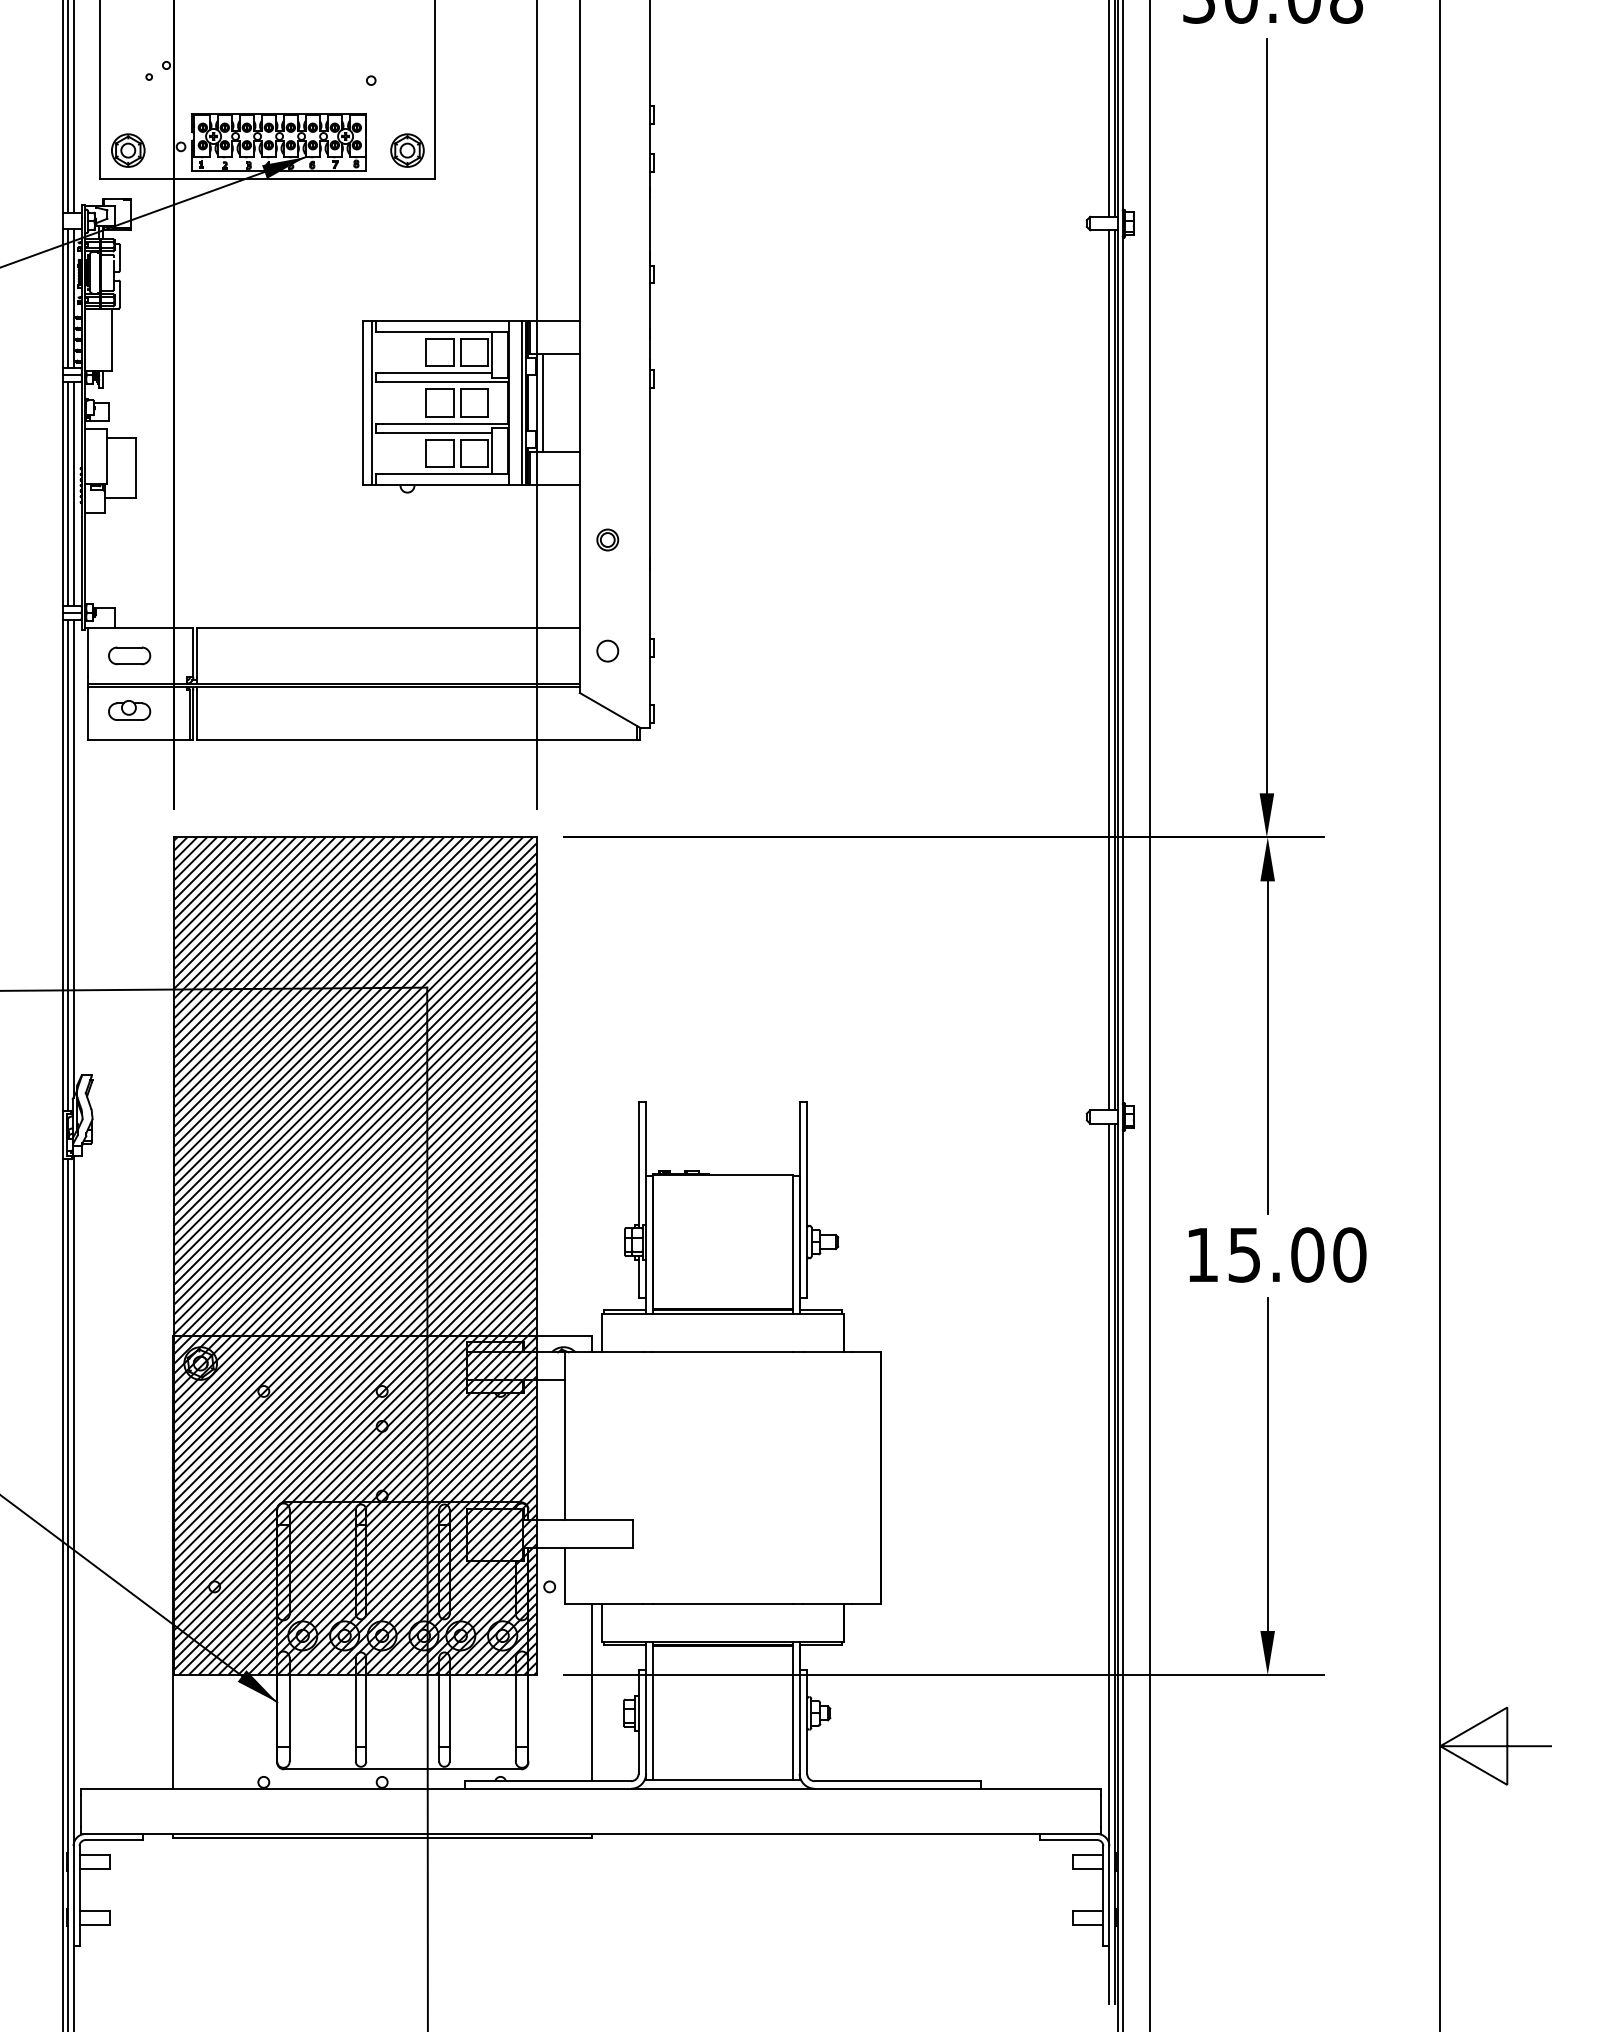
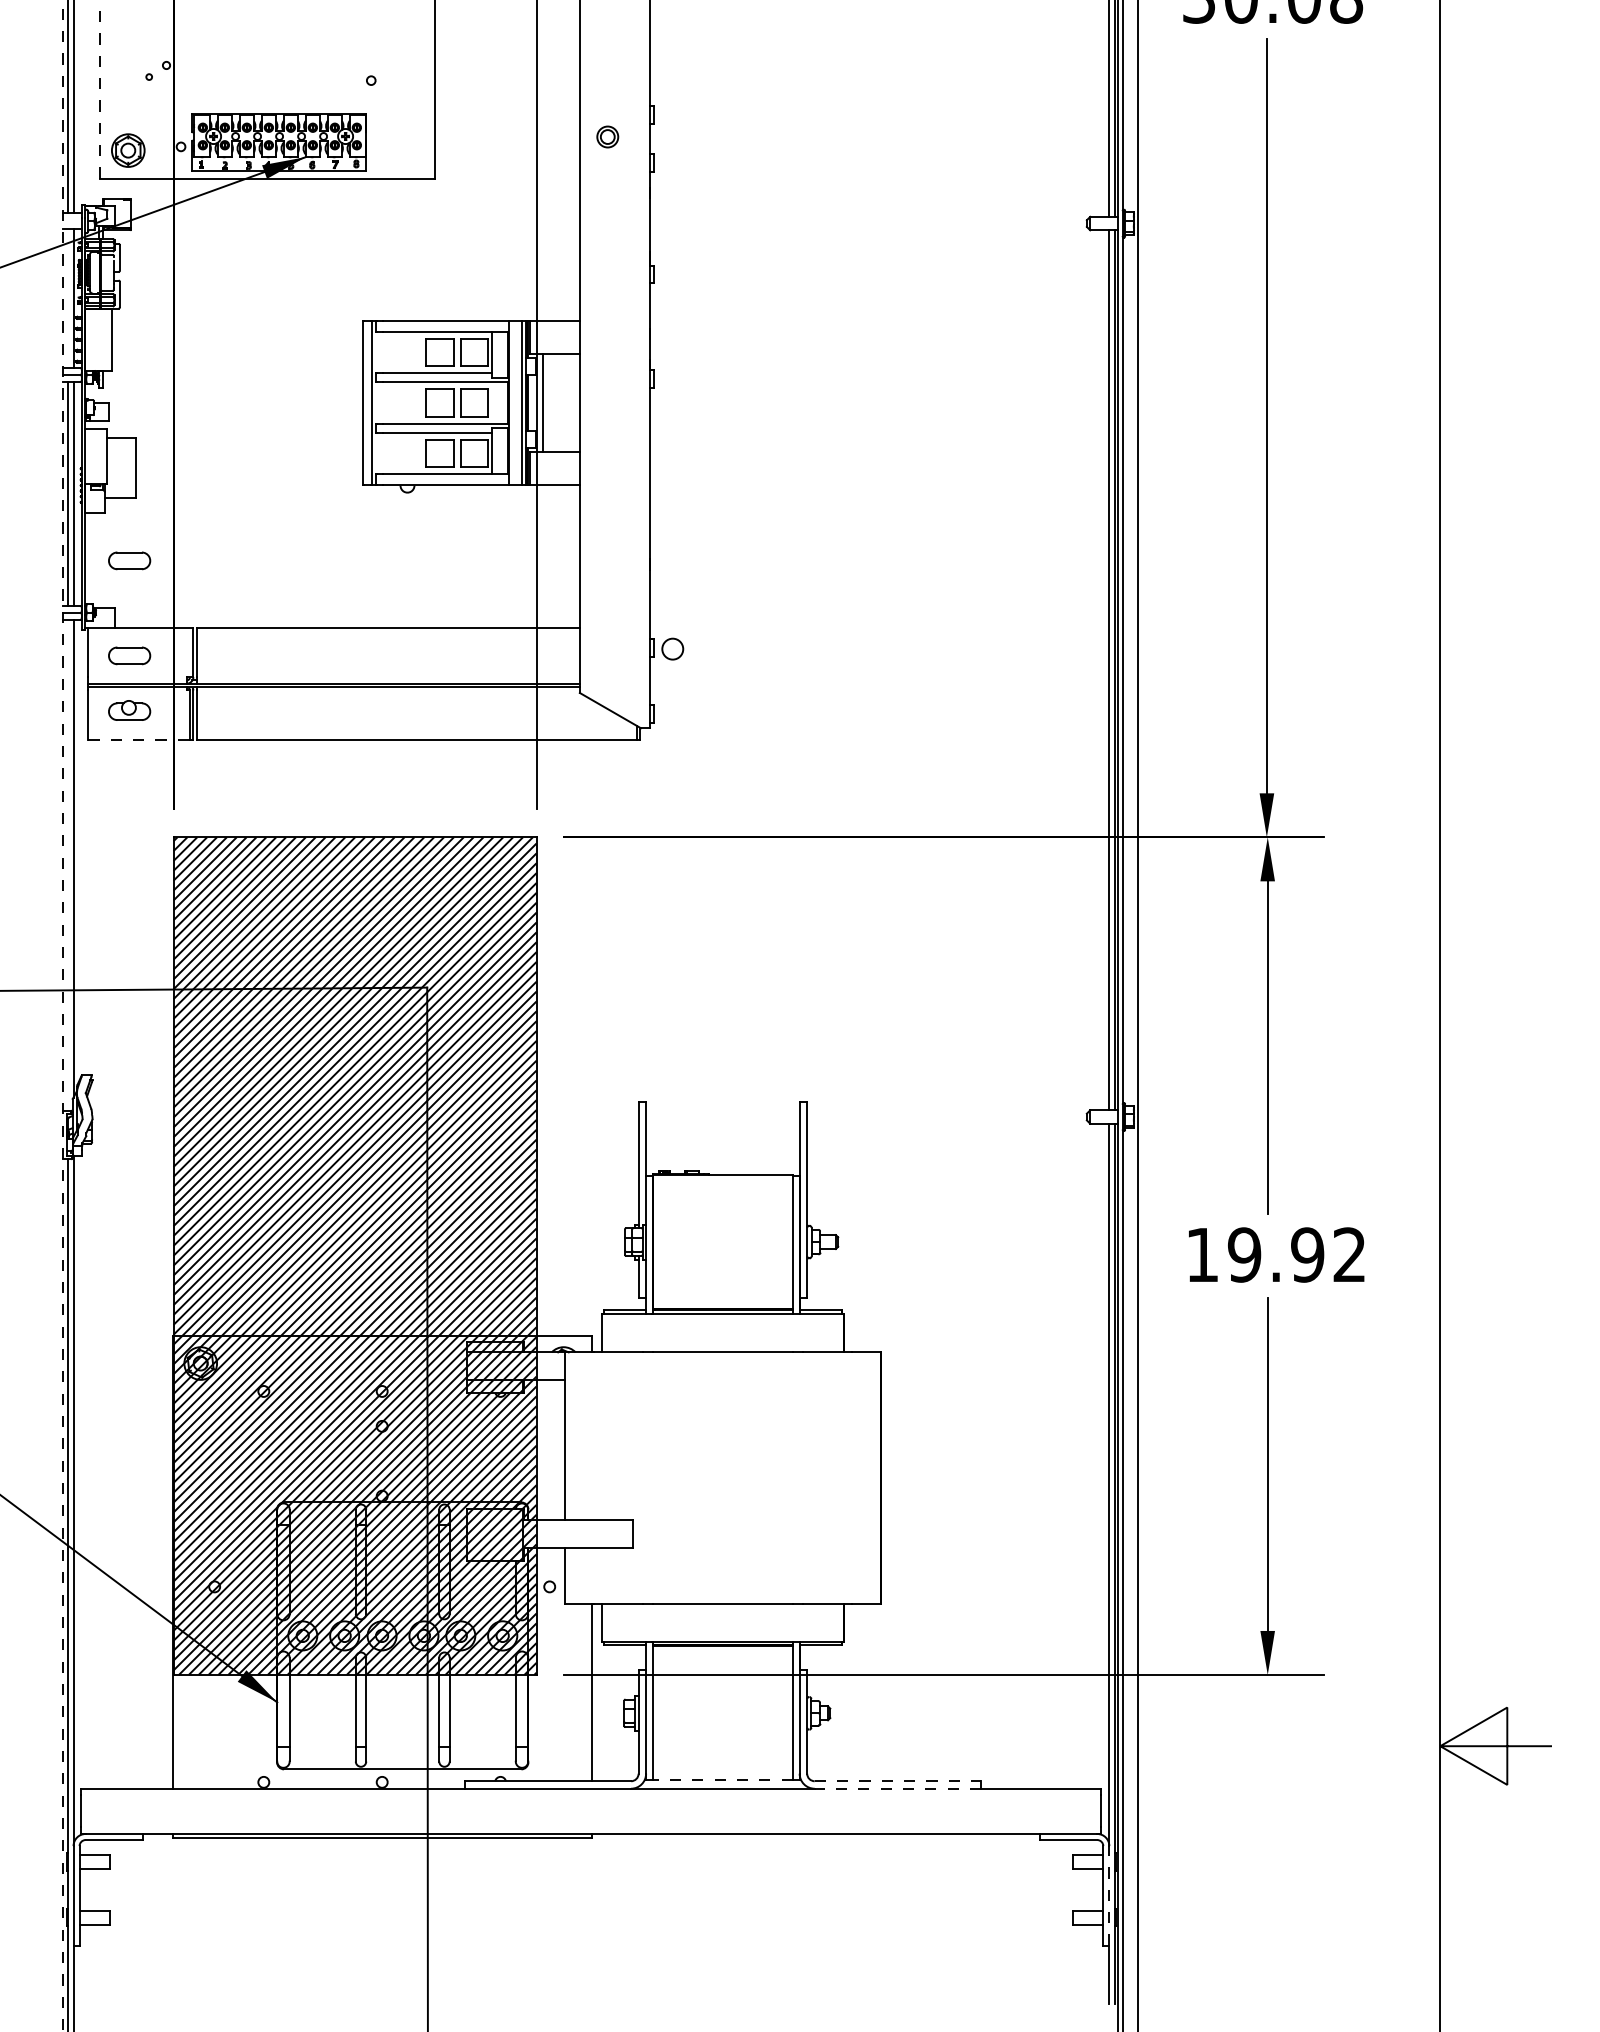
line at (100, 89): solid -> dashed
part at (407, 150): present -> none
line at (67, 298): present -> none
part at (607, 539) position: (607, 539) -> (607, 136)
part at (129, 560): none -> present
circle at (607, 650) position: (607, 650) -> (672, 648)
line at (139, 739): solid -> dashed
line at (67, 864): present -> none
line at (1149, 1015) position: (1149, 1015) -> (1137, 1015)
line at (62, 1016): solid -> dashed
text at (1297, 1254): 15.00 -> 19.92
line at (722, 1780): solid -> dashed
line at (898, 1781): solid -> dashed
line at (897, 1788): solid -> dashed
line at (1109, 1895): solid -> dashed
